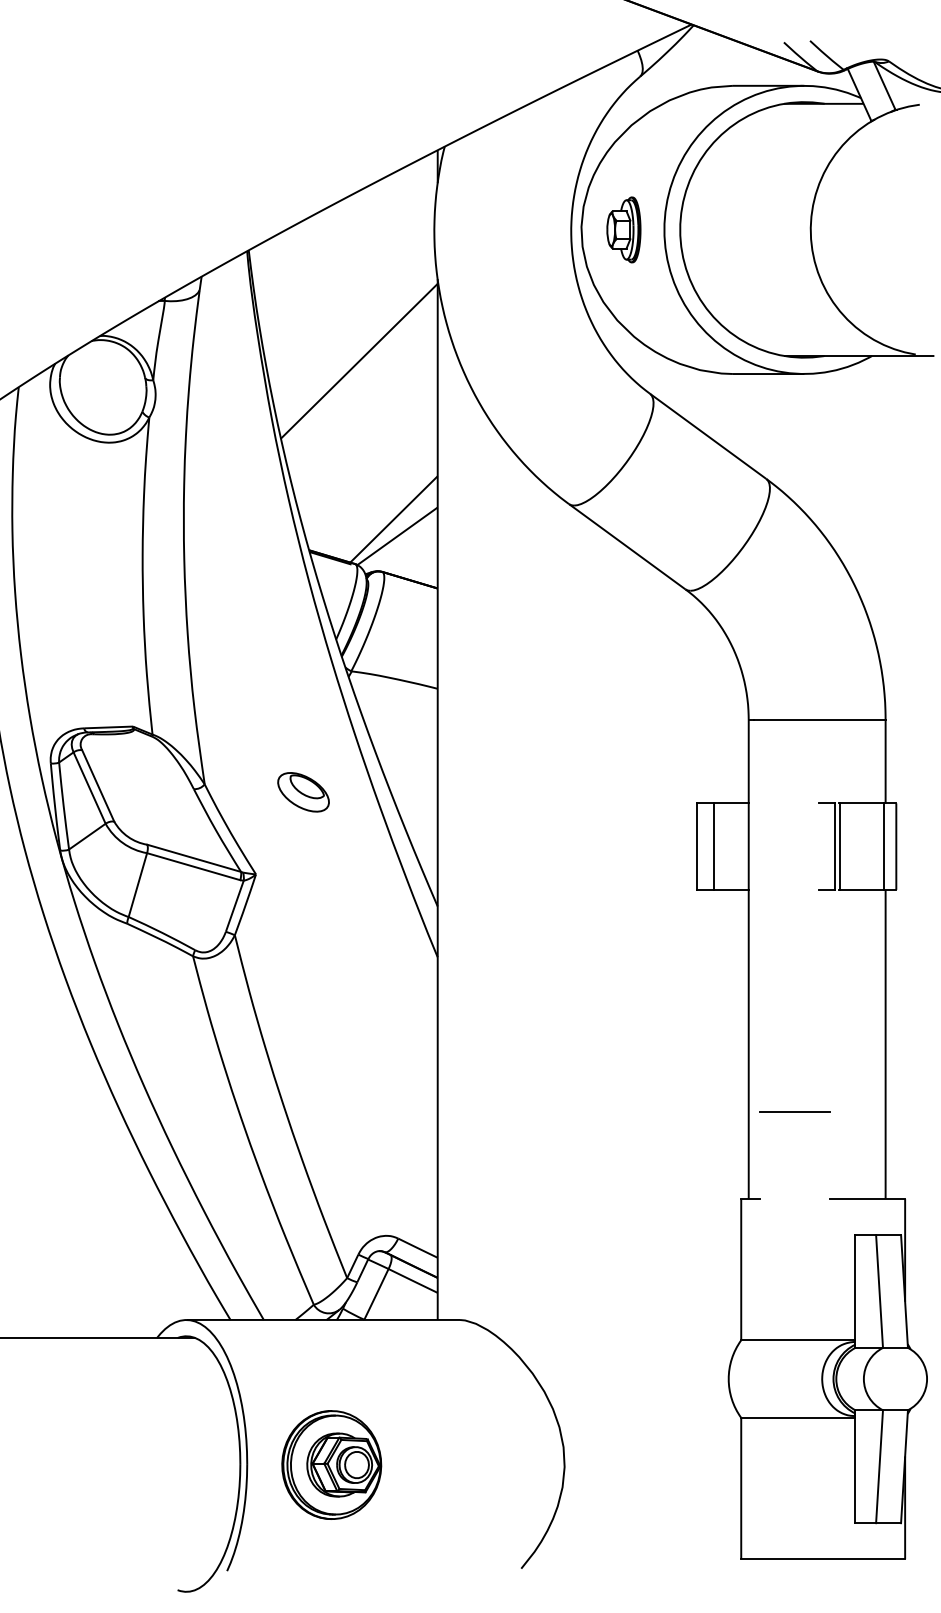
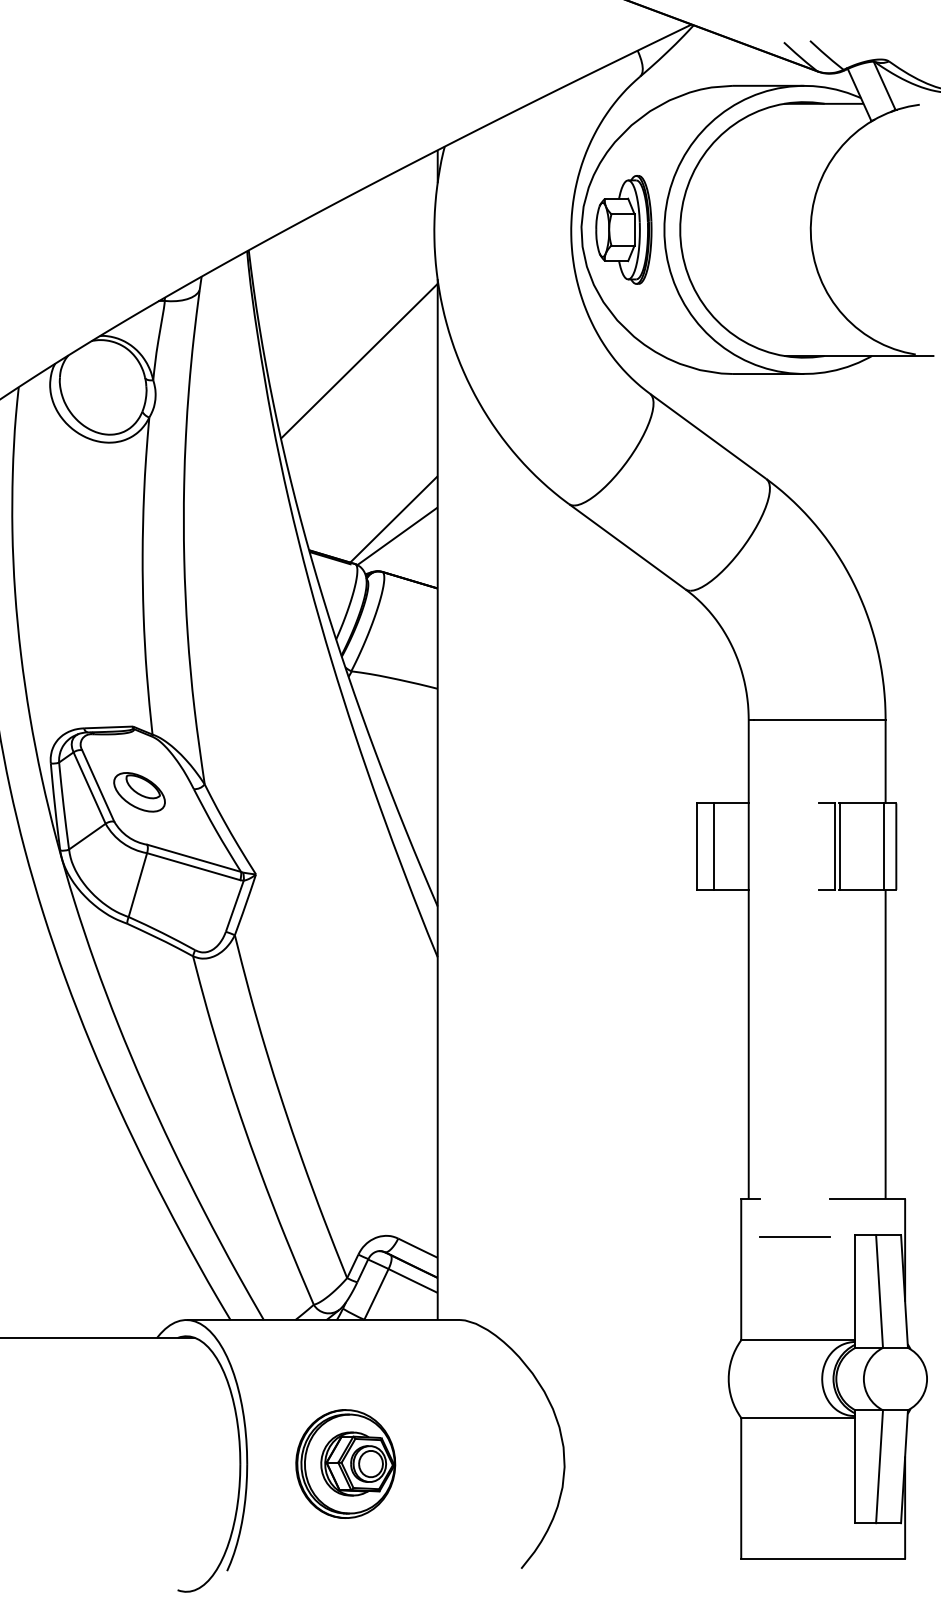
part at (623, 229) size: 36x68 px -> 58x110 px
part at (303, 792) position: (303, 792) -> (139, 792)
line at (794, 1111) position: (794, 1111) -> (794, 1236)
part at (331, 1464) position: (331, 1464) -> (345, 1463)
